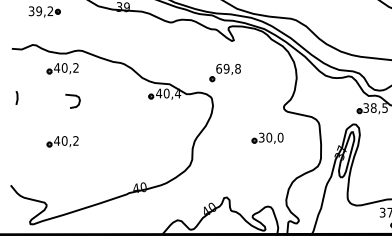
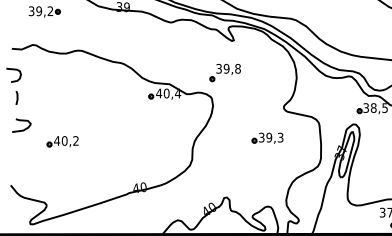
part at (62, 68): present -> none
text at (219, 68): 69,8 -> 39,8
curve at (72, 96) position: (72, 96) -> (13, 70)
curve at (21, 121): none -> present
text at (274, 137): 30,0 -> 39,3
